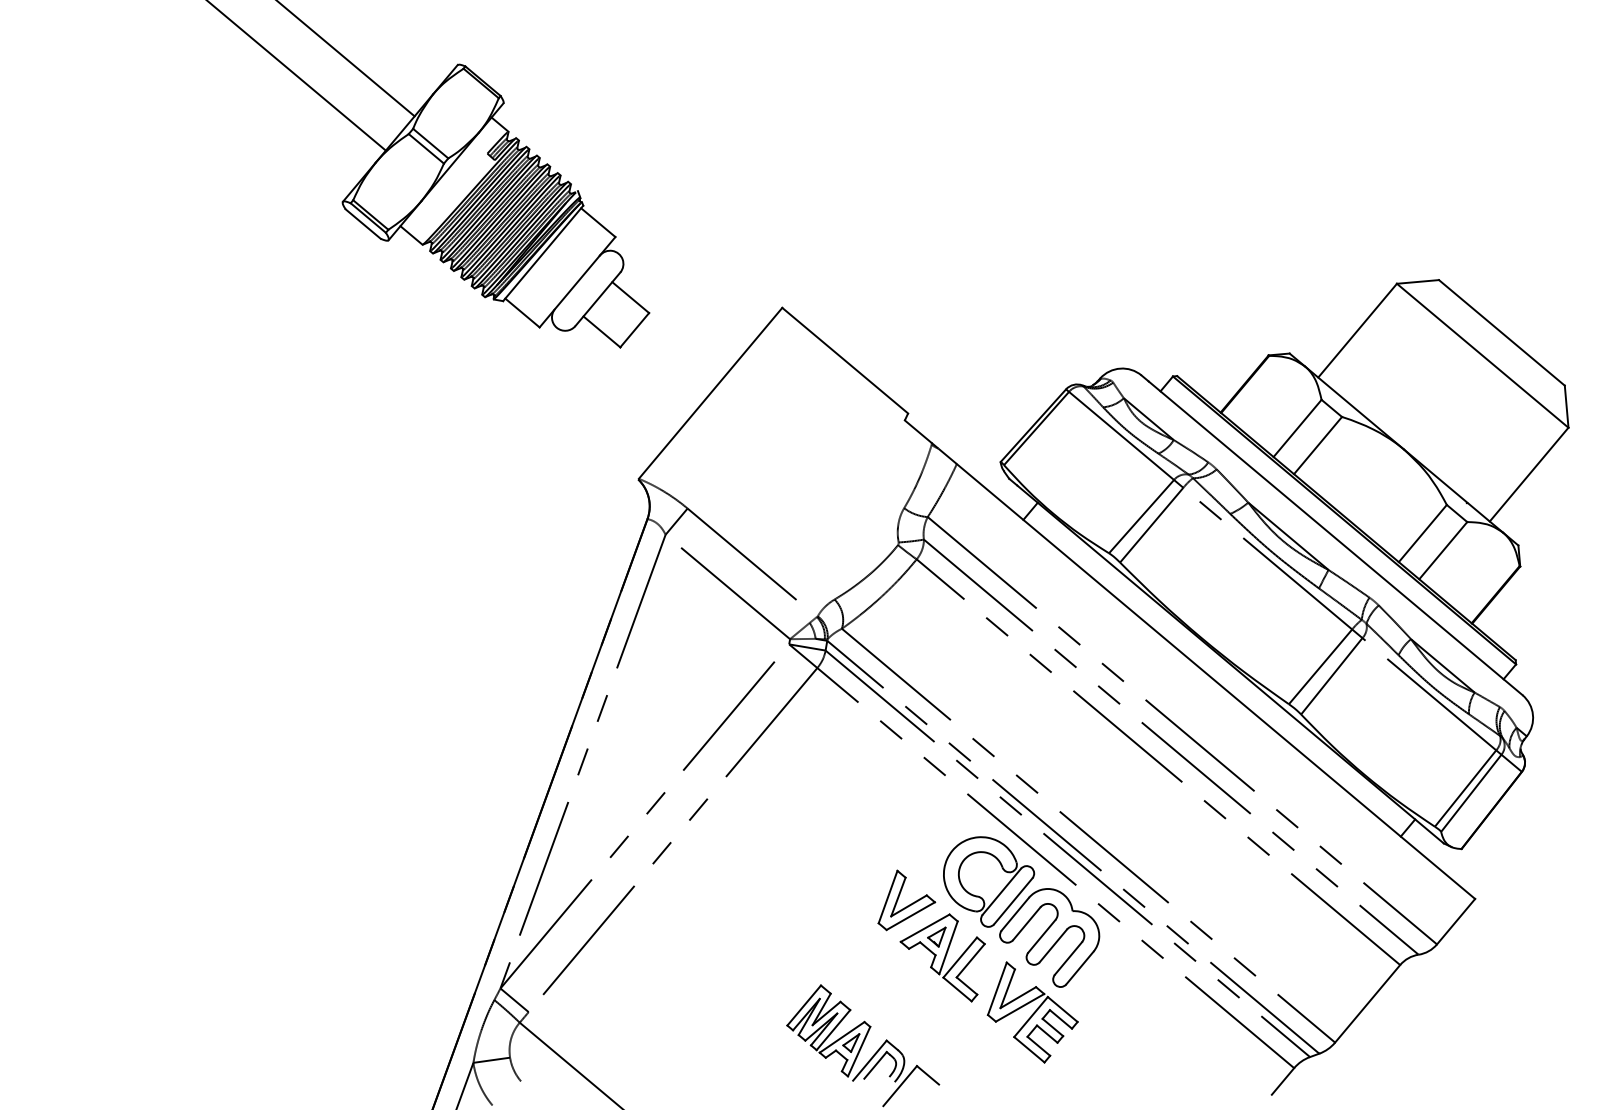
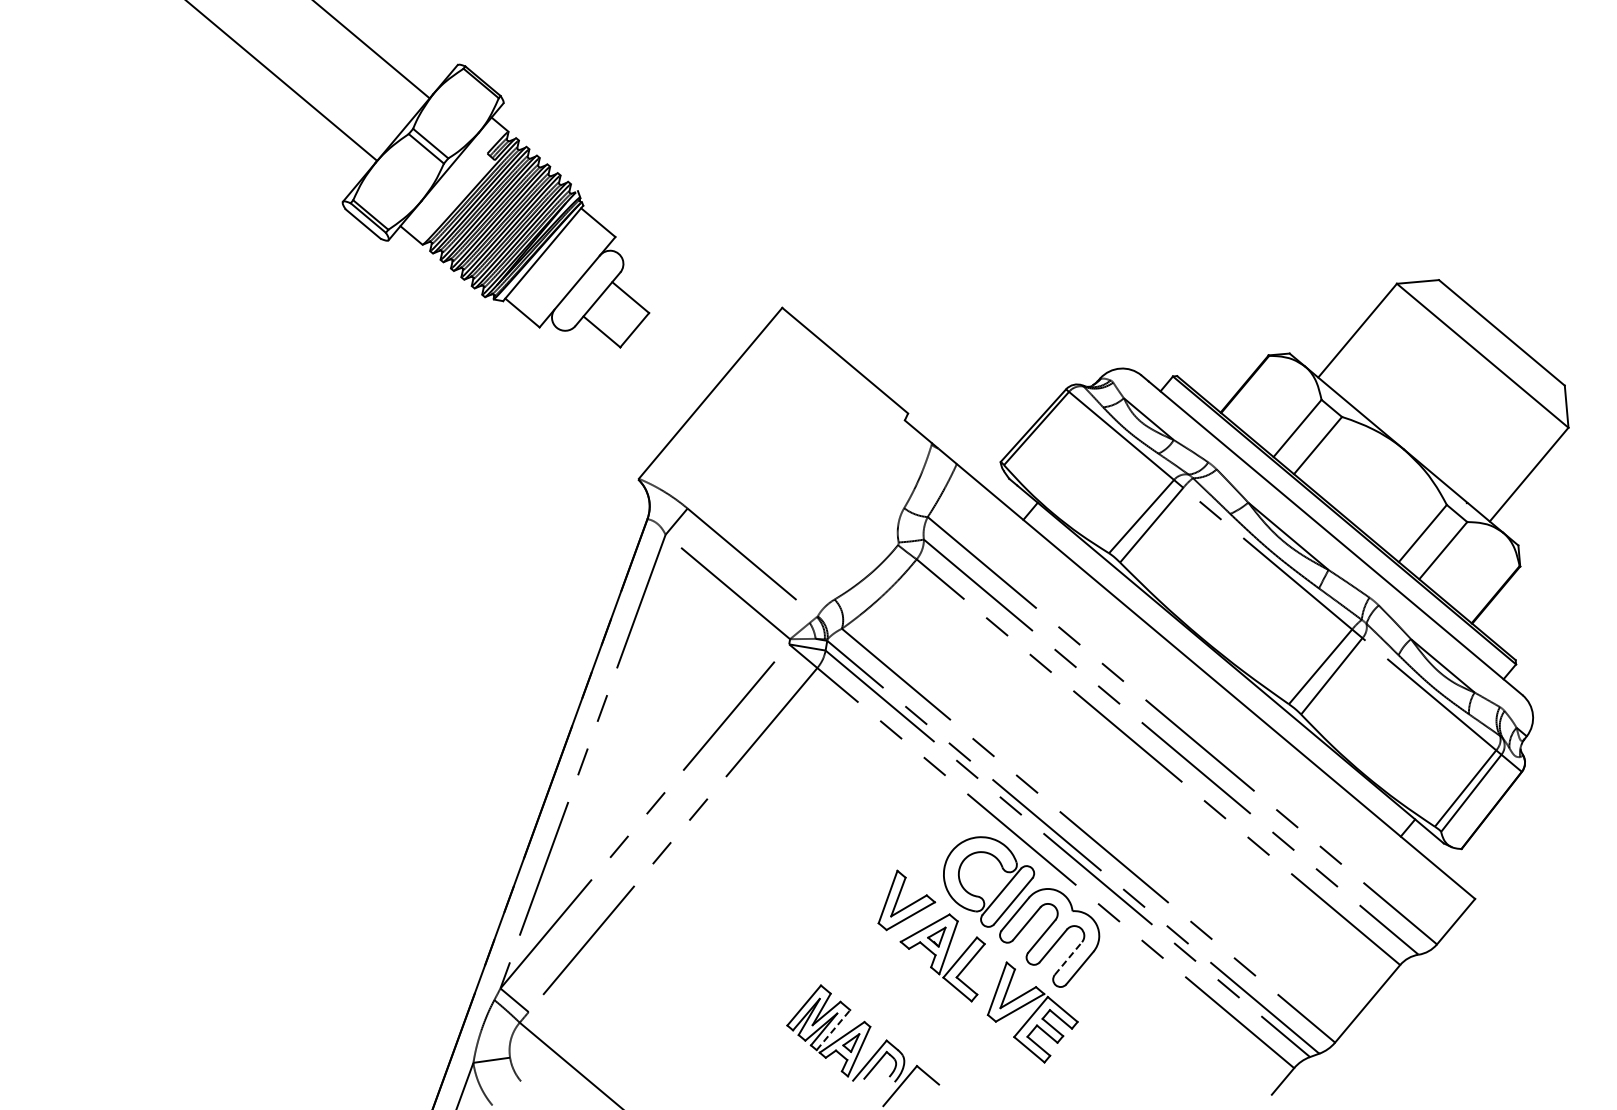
line at (346, 59) position: (346, 59) -> (372, 50)
line at (296, 76) position: (296, 76) -> (282, 81)
line at (1068, 958): solid -> dashed
line at (833, 1029): solid -> dashed
